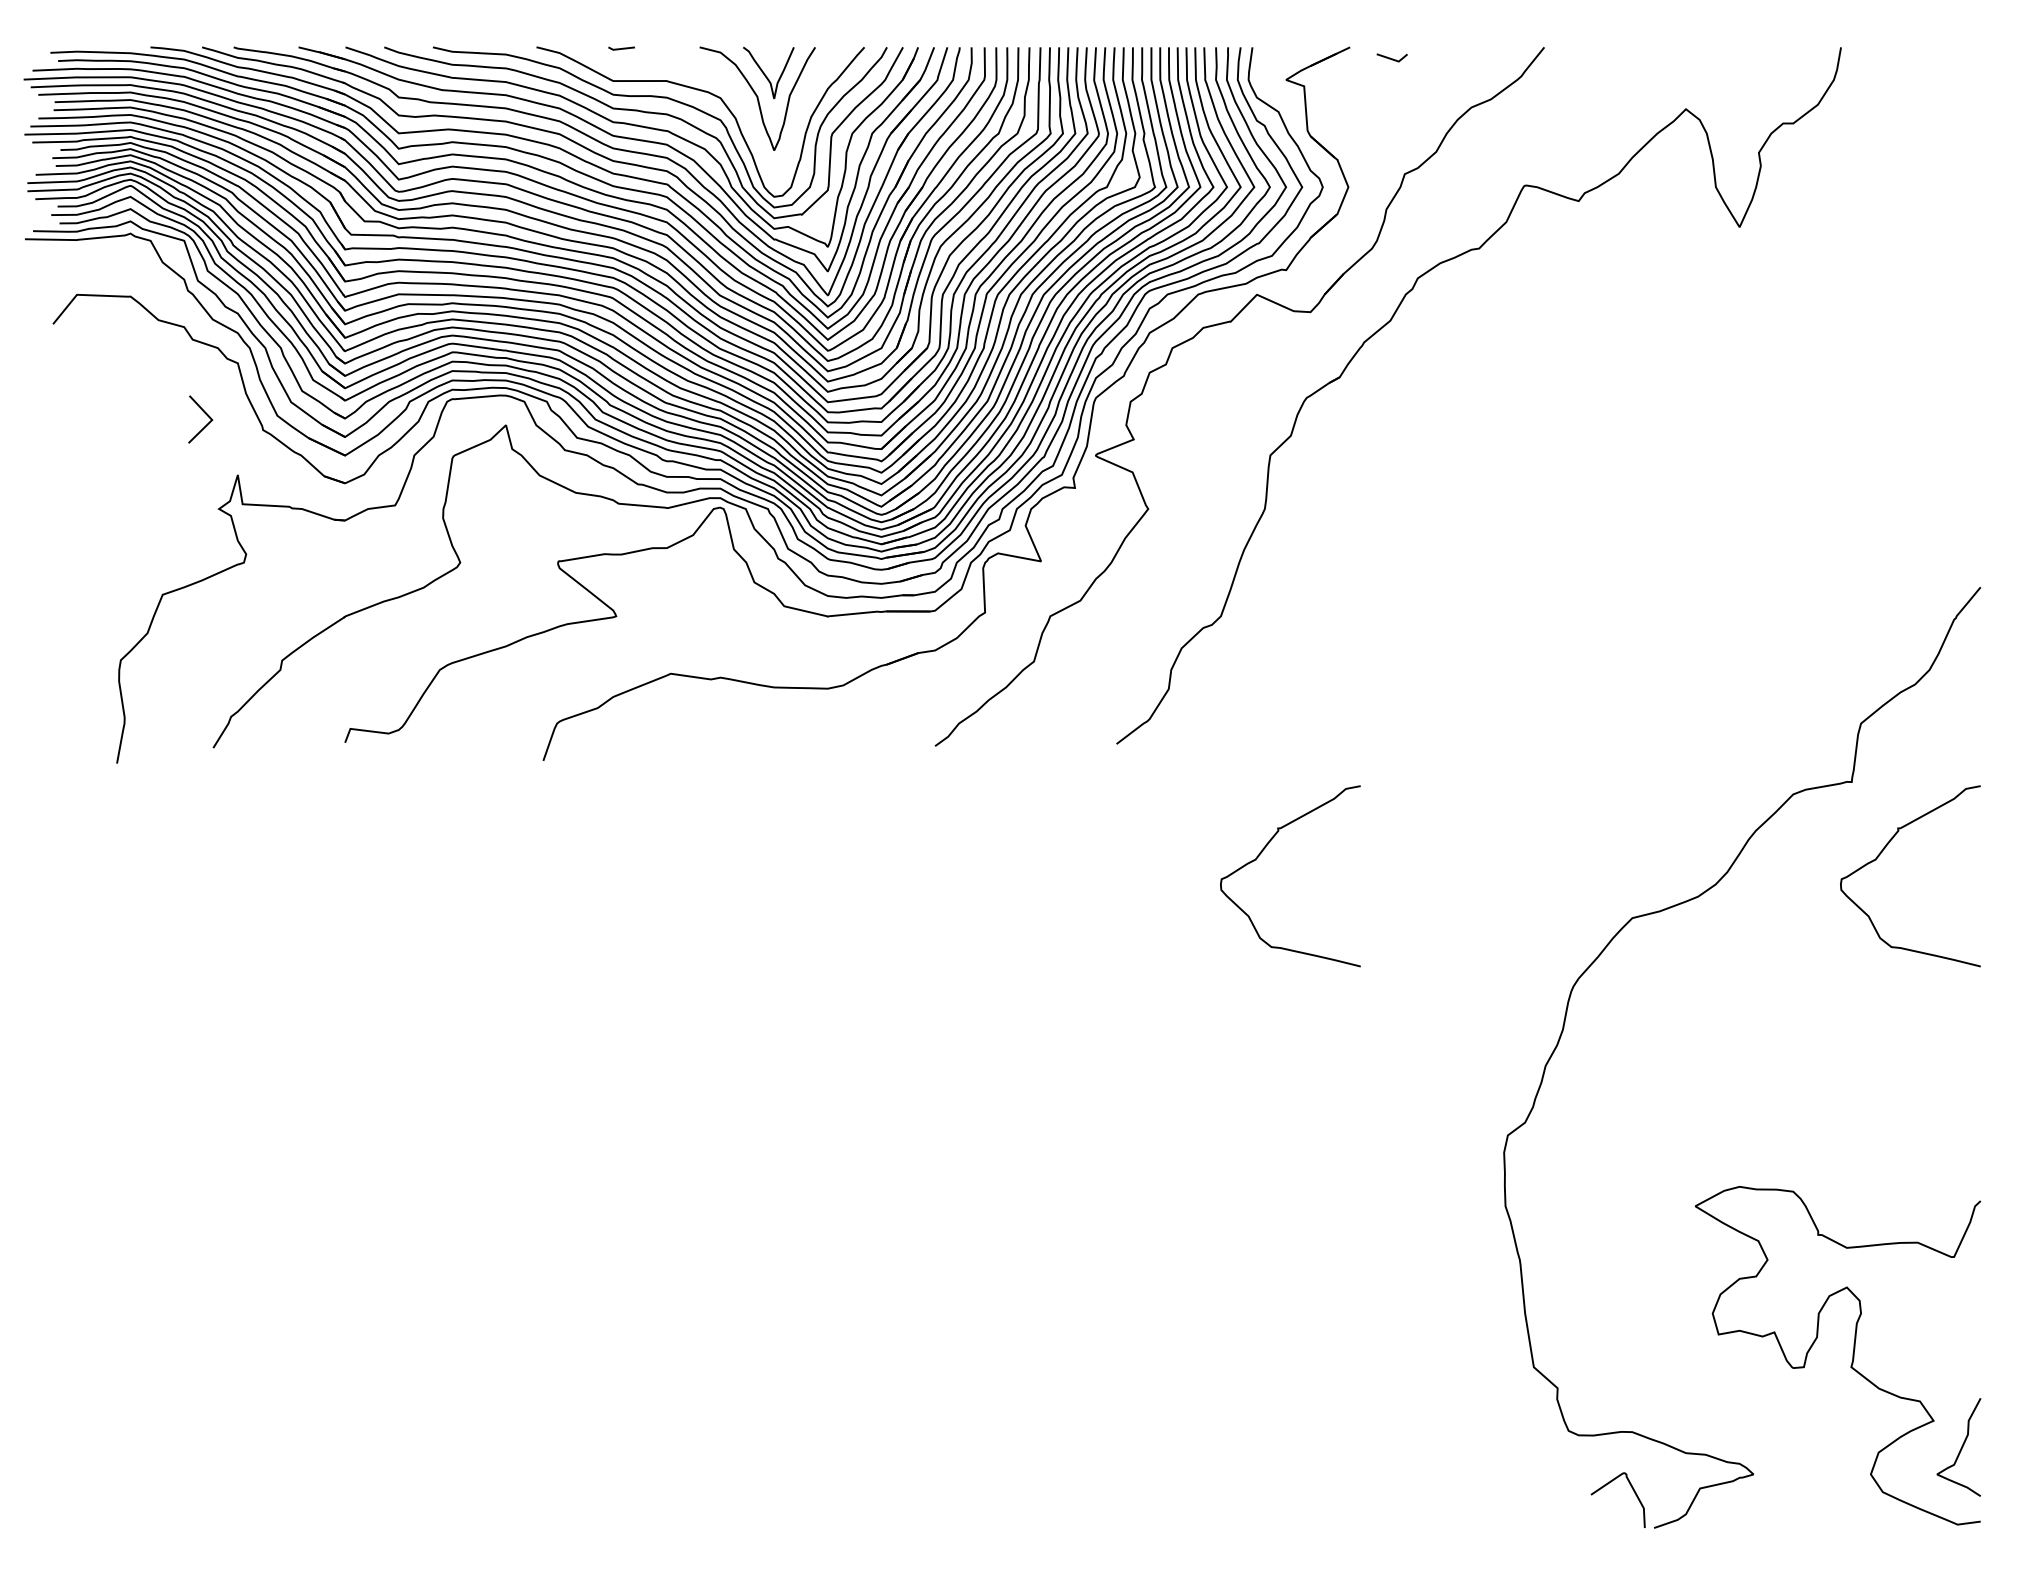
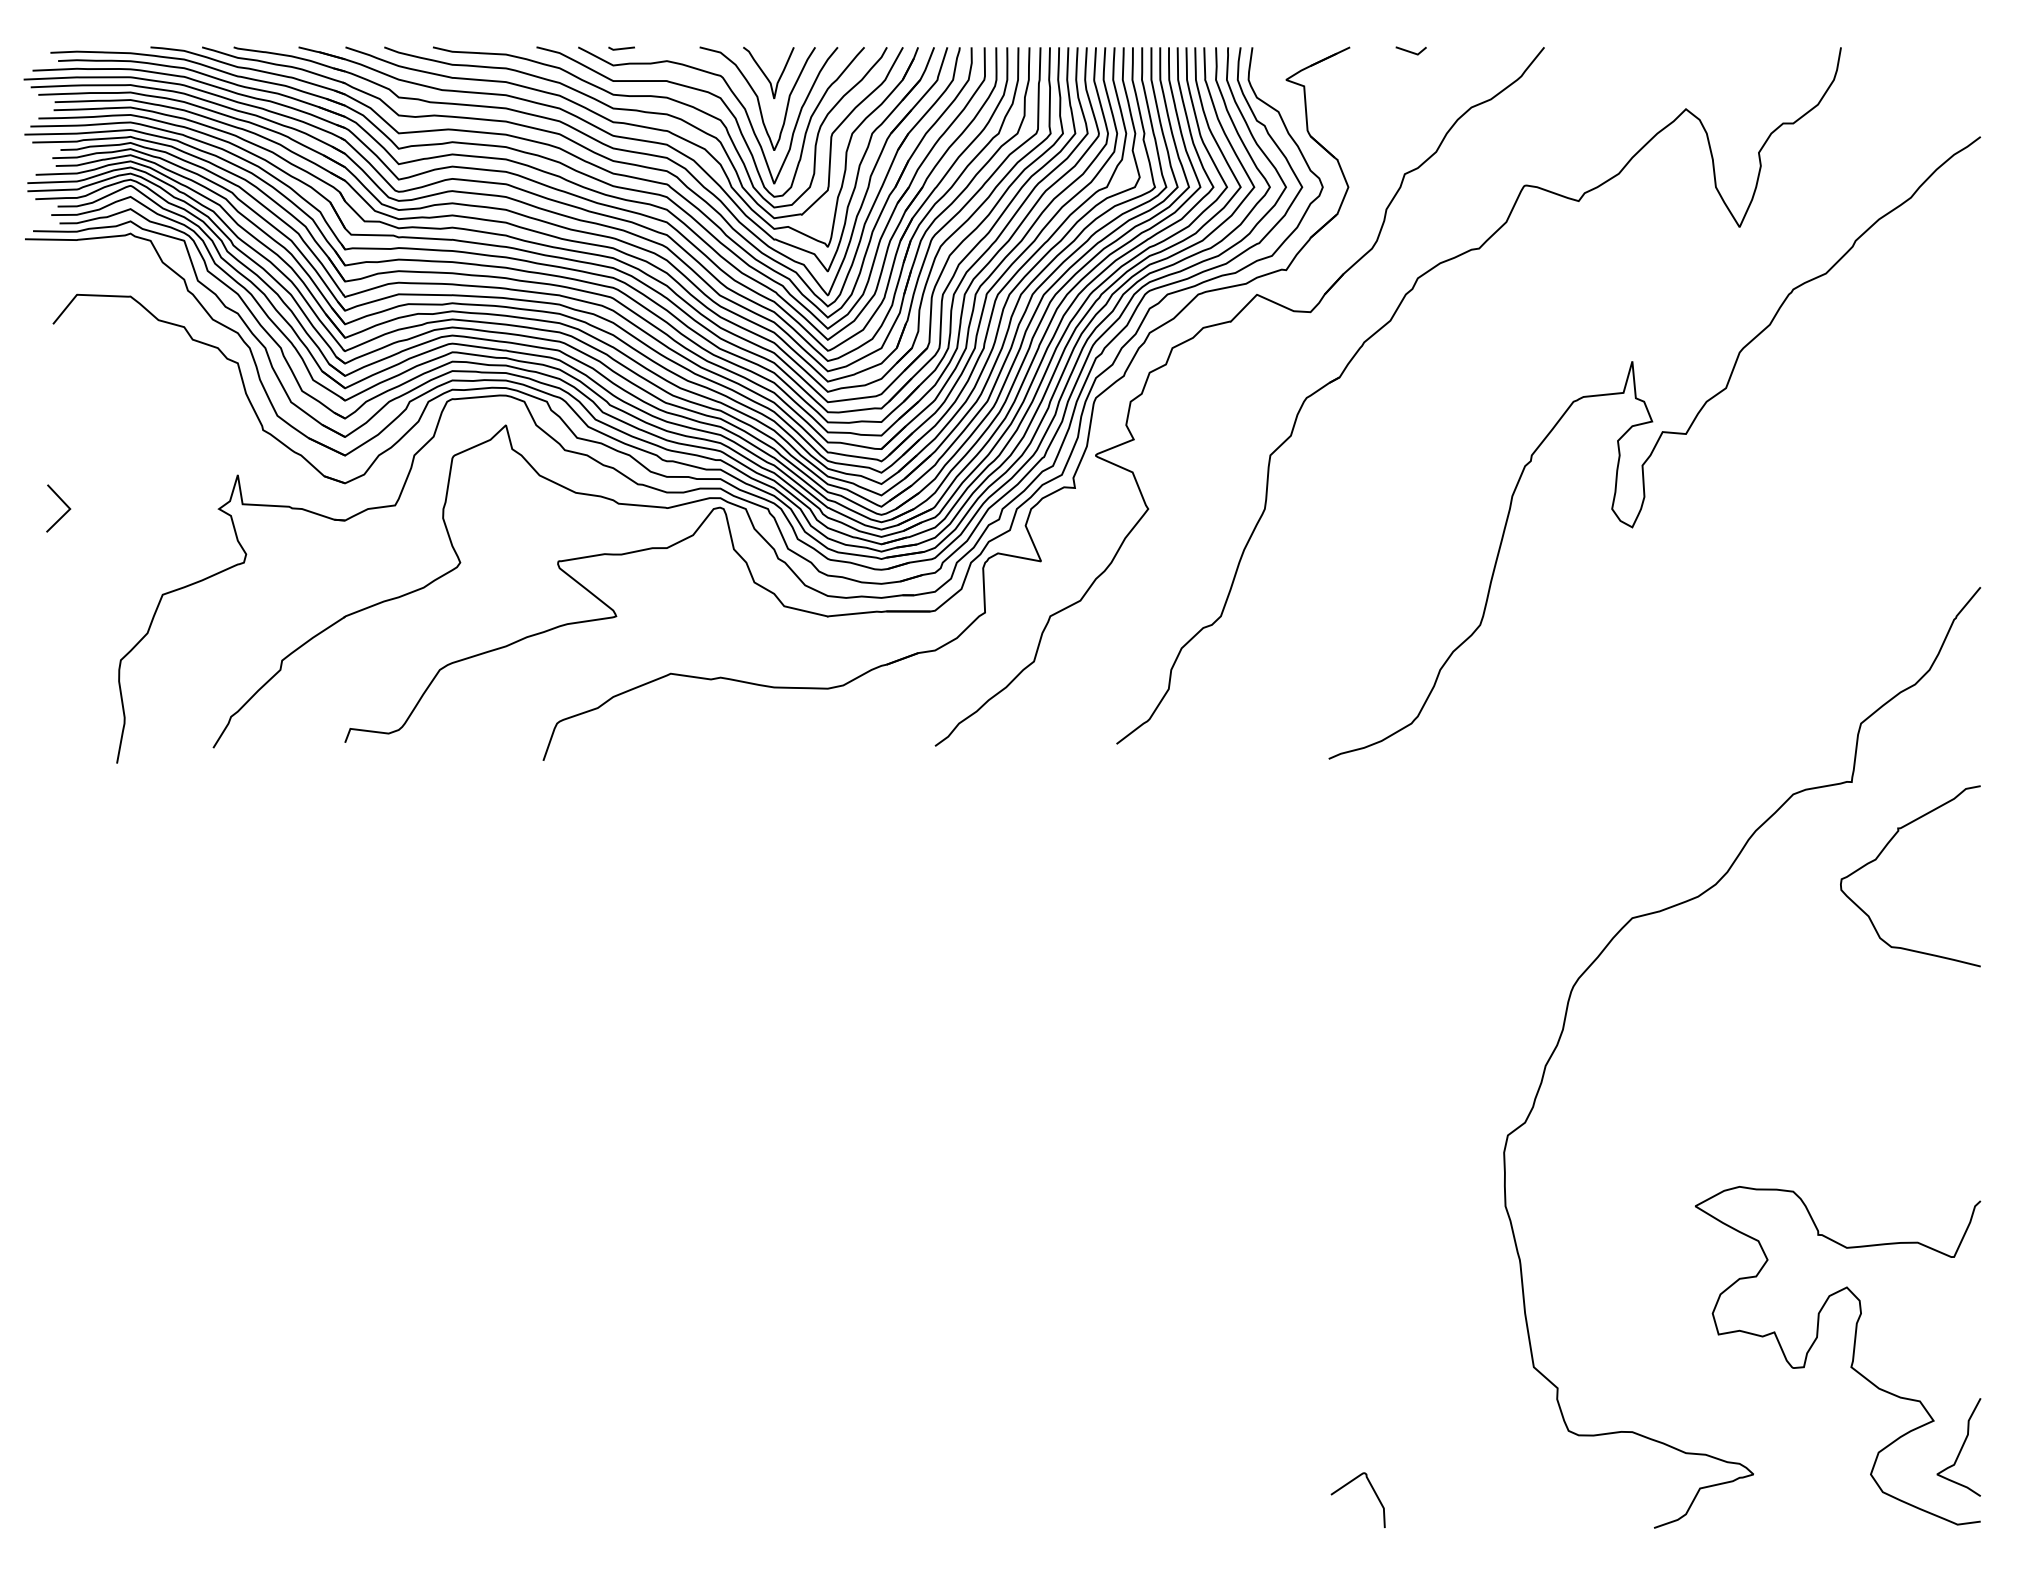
line at (1390, 57) position: (1390, 57) -> (1409, 50)
curve at (733, 95): none -> present
line at (205, 414) position: (205, 414) -> (63, 503)
curve at (1654, 447): none -> present
curve at (1262, 852): present -> none
curve at (1608, 1484) position: (1608, 1484) -> (1348, 1484)
